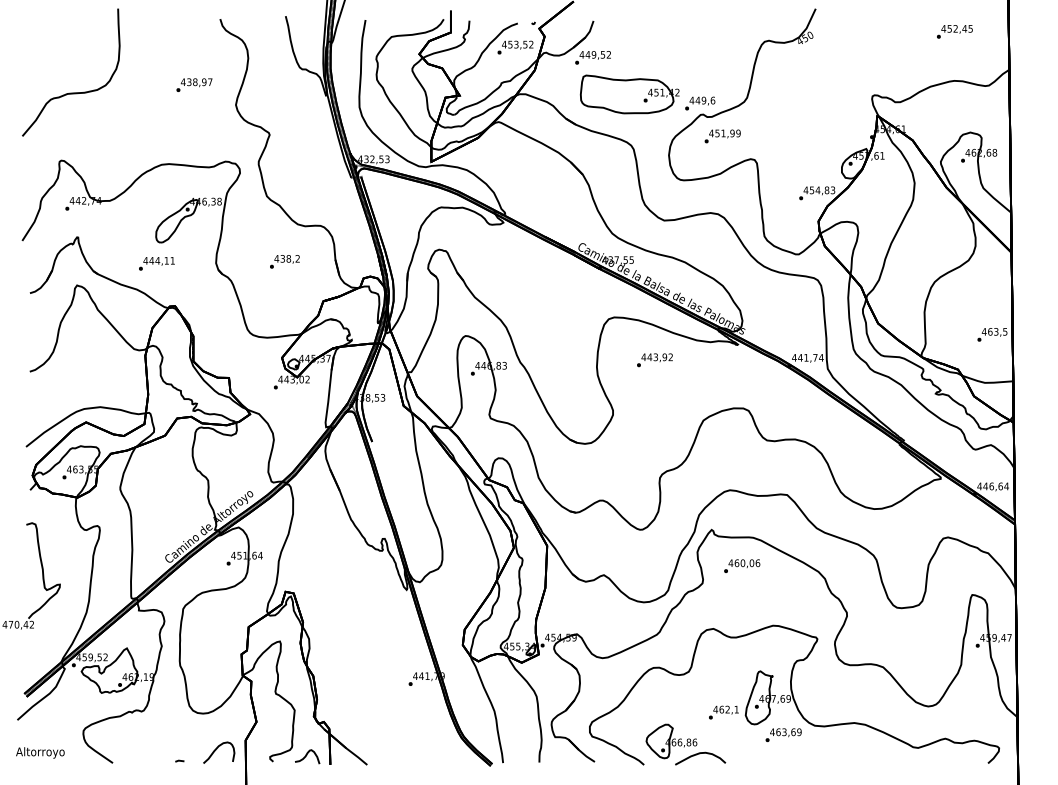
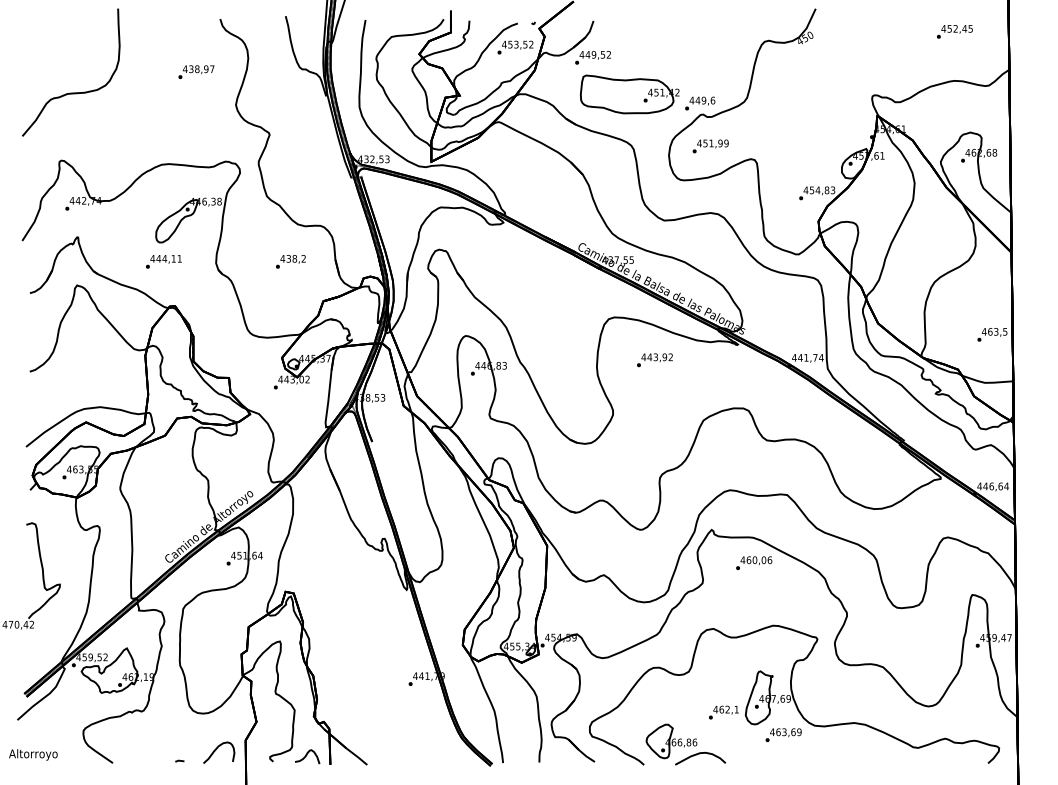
text at (194, 84) position: (194, 84) -> (196, 71)
text at (722, 136) position: (722, 136) -> (710, 146)
text at (284, 261) position: (284, 261) -> (290, 261)
text at (156, 263) position: (156, 263) -> (163, 261)
text at (742, 565) position: (742, 565) -> (754, 562)
text at (40, 752) position: (40, 752) -> (33, 754)
